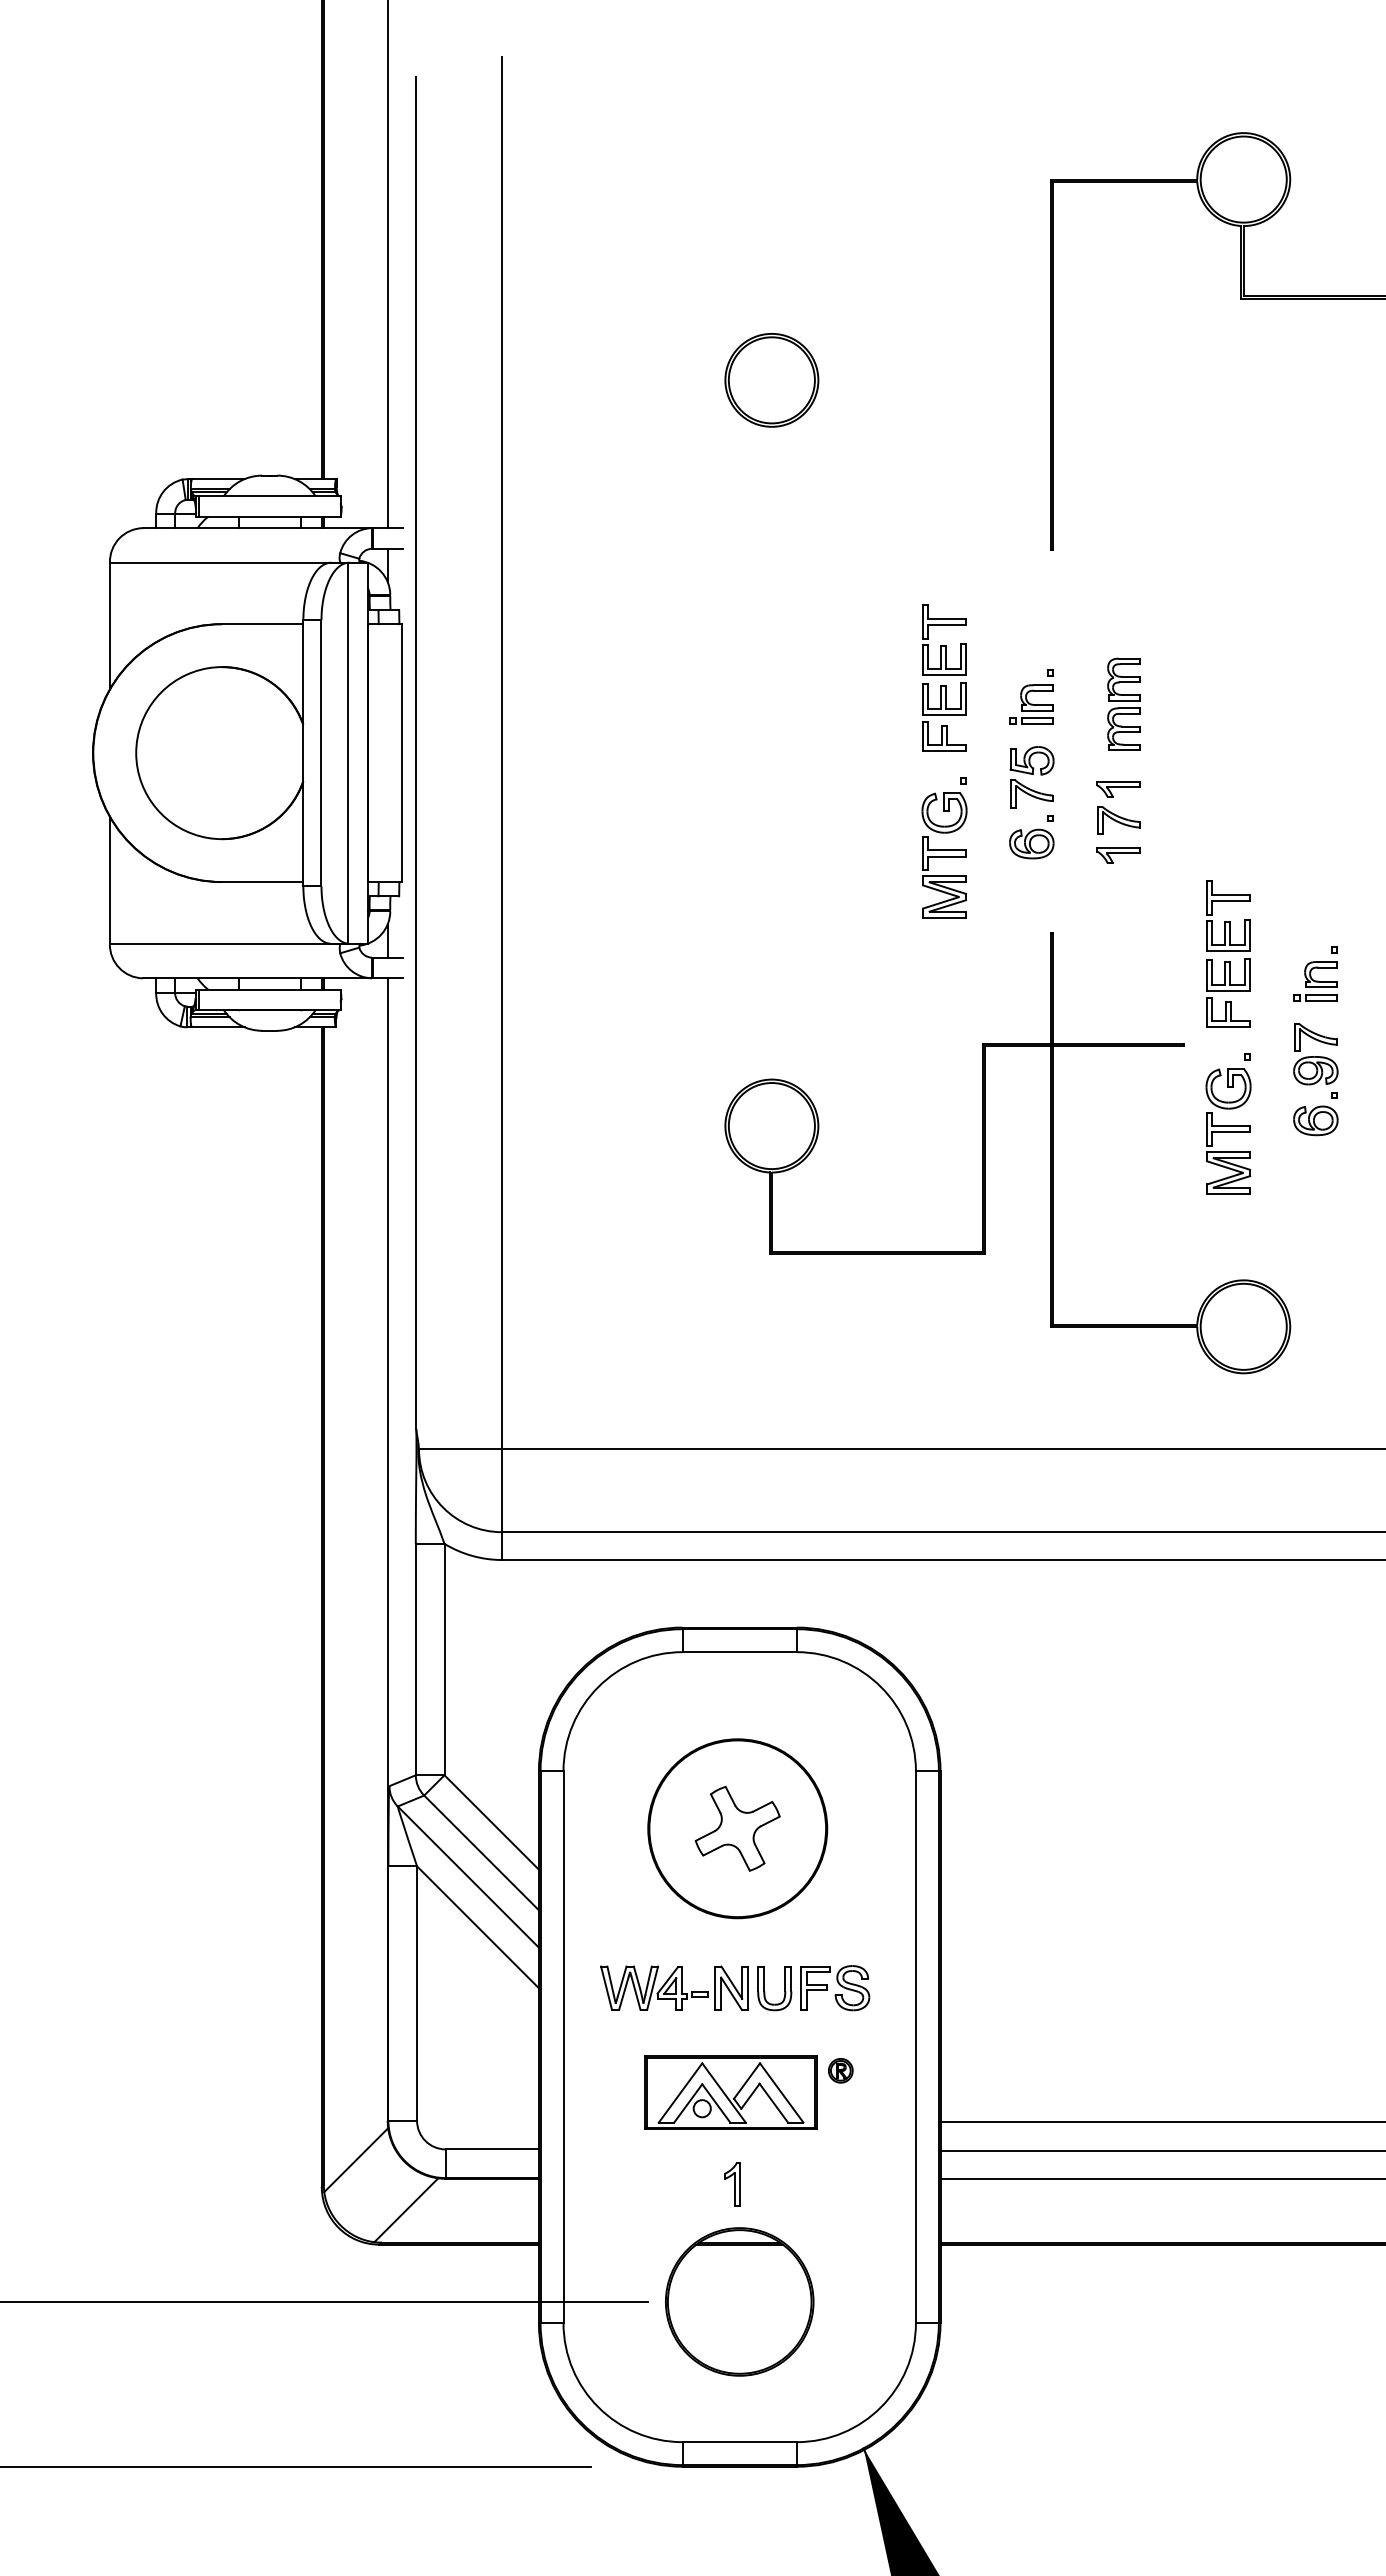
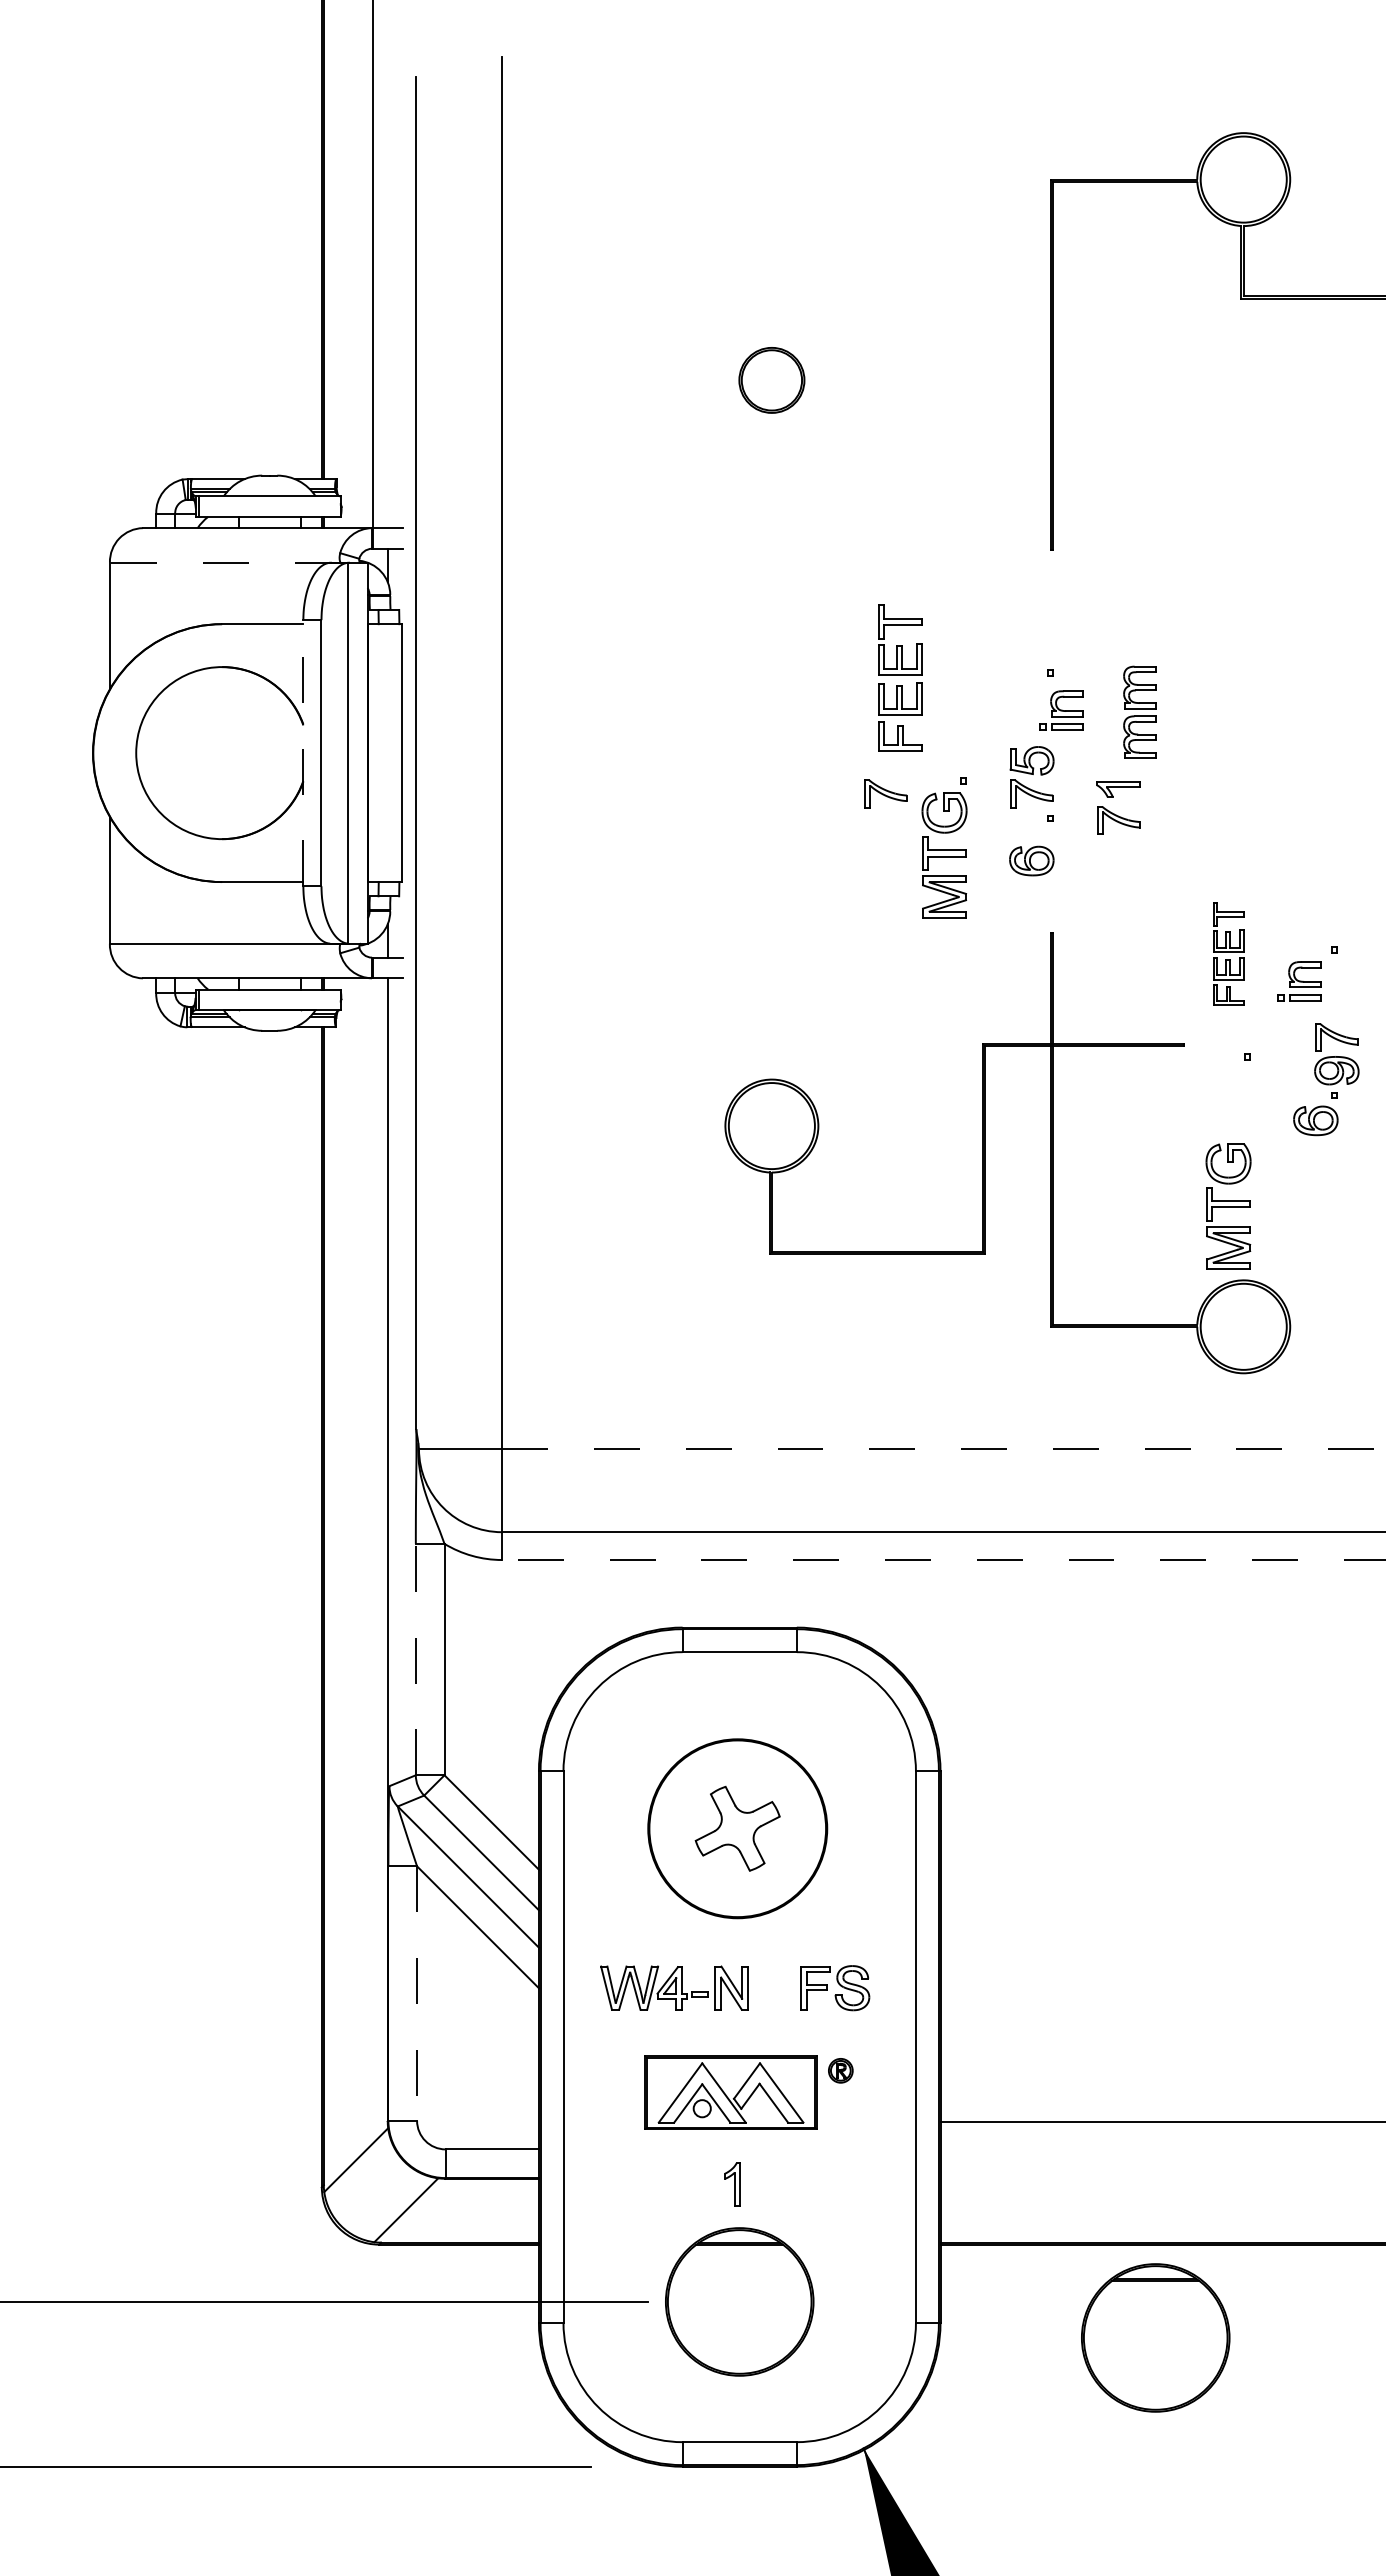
line at (387, 265) position: (387, 265) -> (372, 265)
part at (771, 380) size: 96x95 px -> 68x67 px
line at (224, 562): solid -> dashed
part at (944, 677) position: (944, 677) -> (900, 677)
part at (1123, 703) position: (1123, 703) -> (1139, 711)
part at (1031, 704) position: (1031, 704) -> (1061, 710)
line at (303, 752): solid -> dashed
part at (885, 793): none -> present
part at (1031, 843) position: (1031, 843) -> (1031, 860)
part at (1118, 855): present -> none
part at (1228, 953) size: 45x148 px -> 32x104 px
part at (1315, 981) position: (1315, 981) -> (1299, 981)
part at (1315, 1054) position: (1315, 1054) -> (1336, 1054)
part at (1228, 1131) position: (1228, 1131) -> (1228, 1206)
line at (943, 1449): solid -> dashed
line at (944, 1560): solid -> dashed
line at (415, 1659): solid -> dashed
part at (765, 1991): present -> none
line at (417, 1994): solid -> dashed
line at (1161, 2150): present -> none
line at (1161, 2178): present -> none
part at (1155, 2337): none -> present
